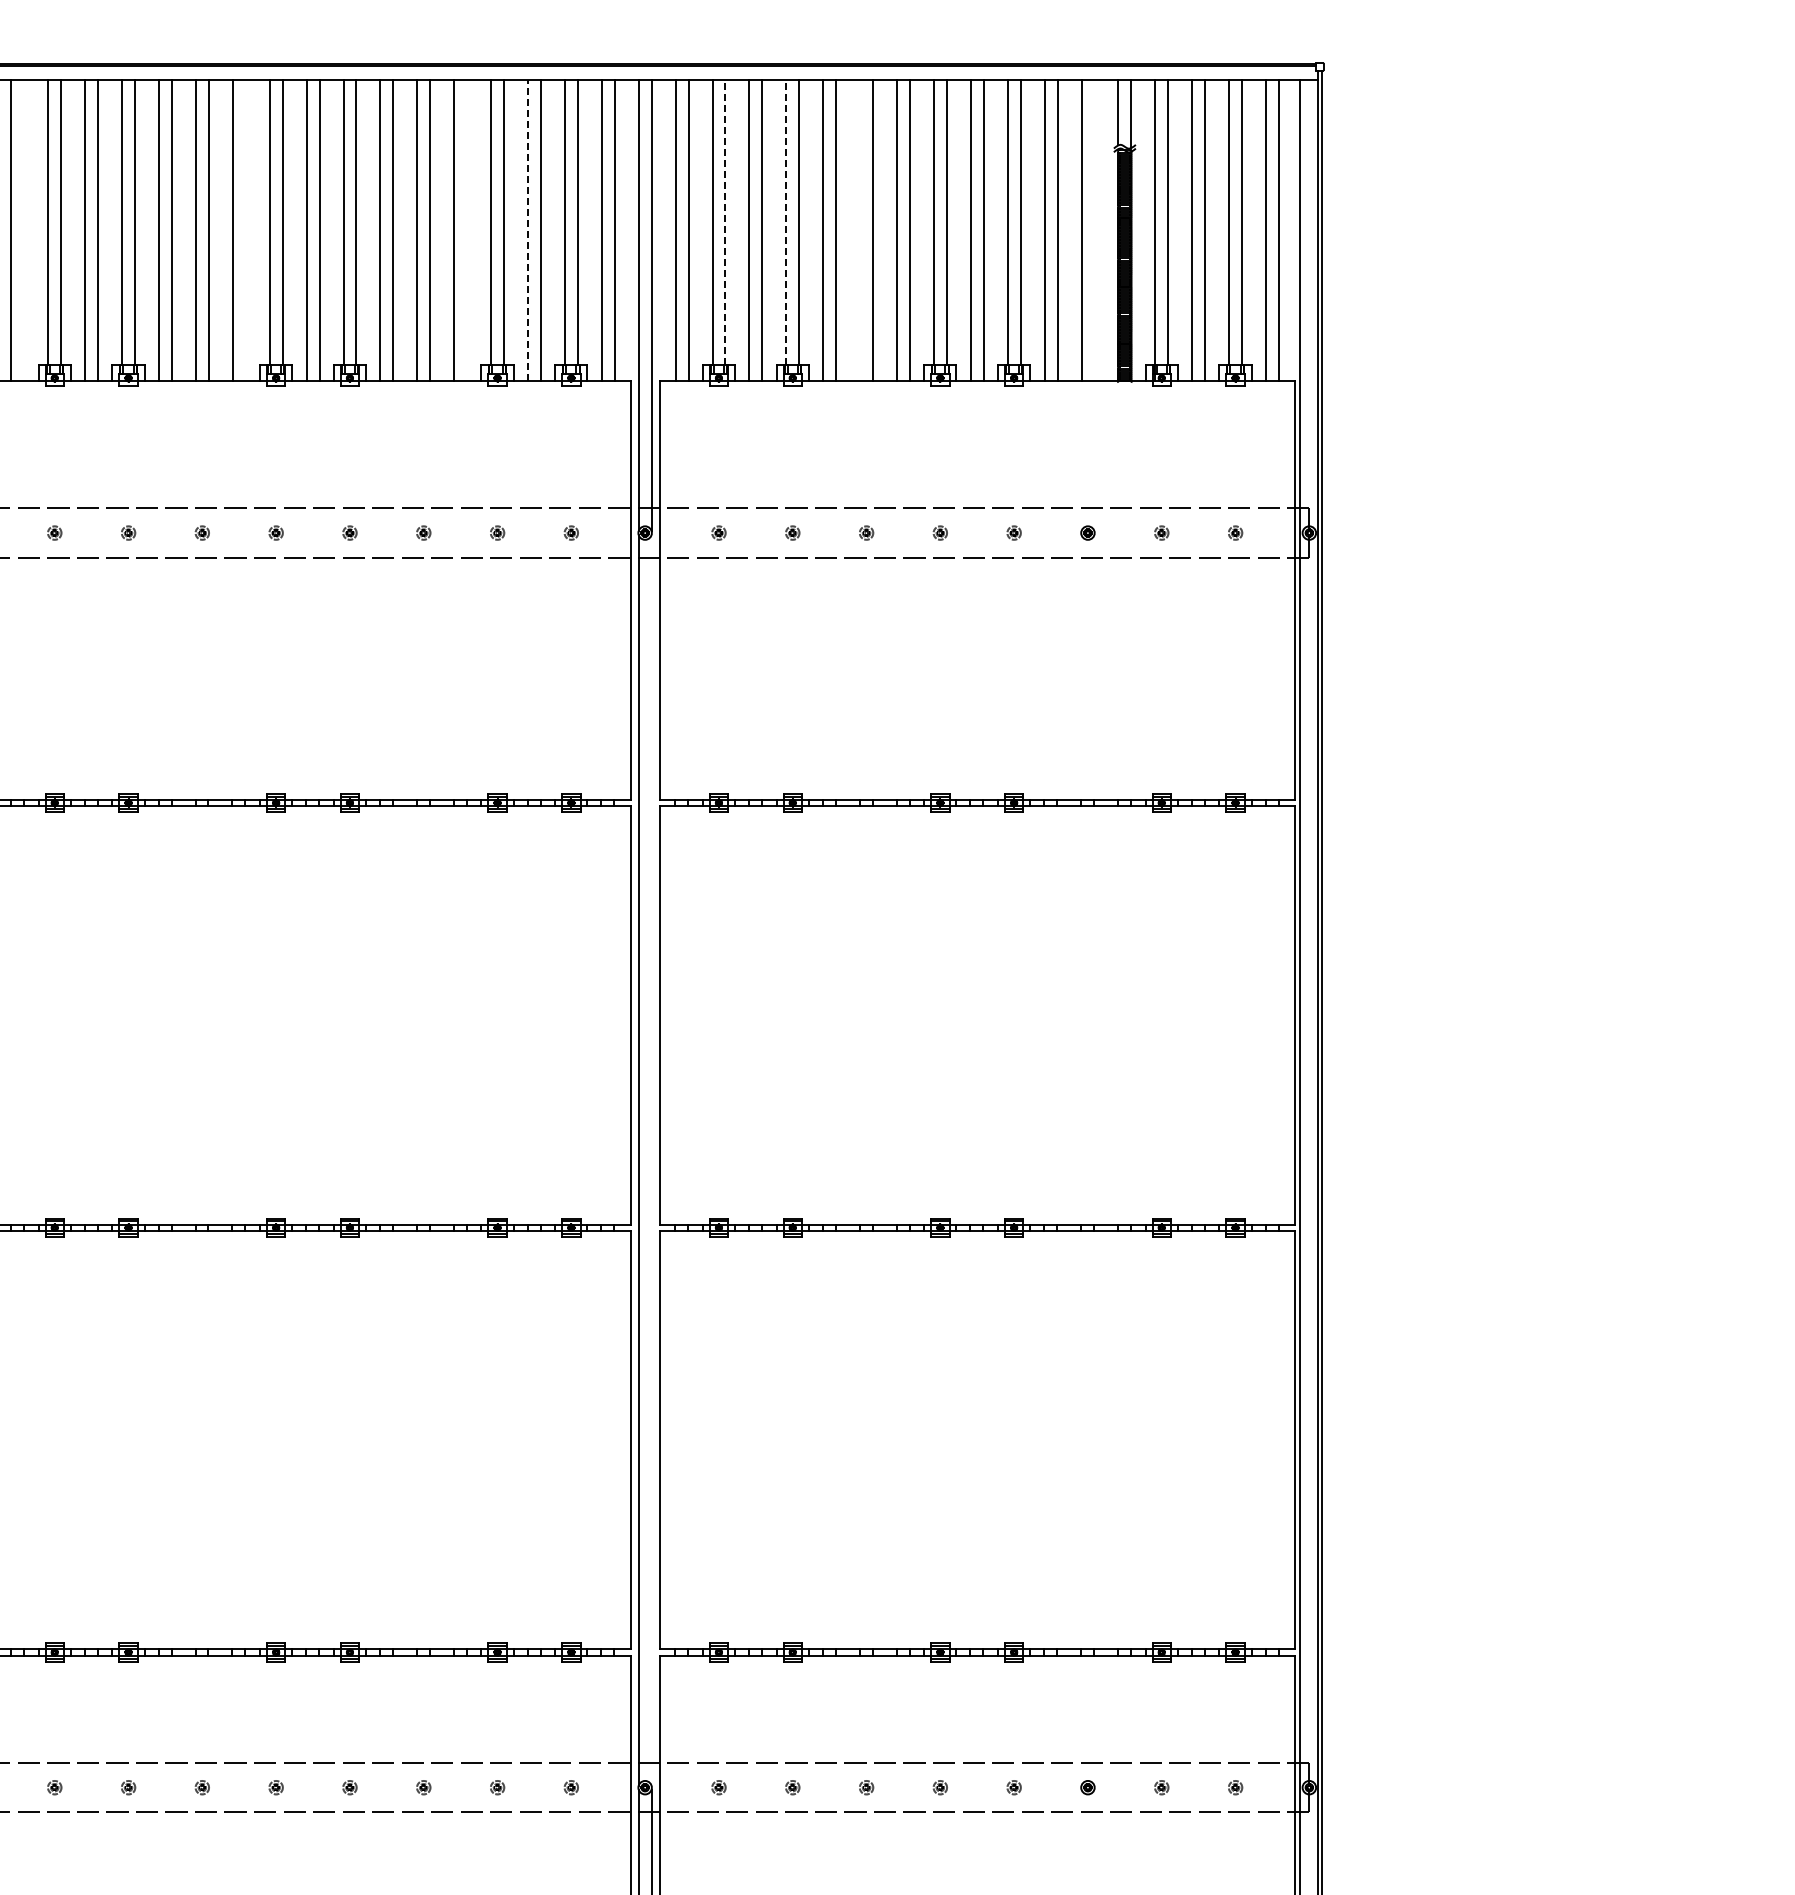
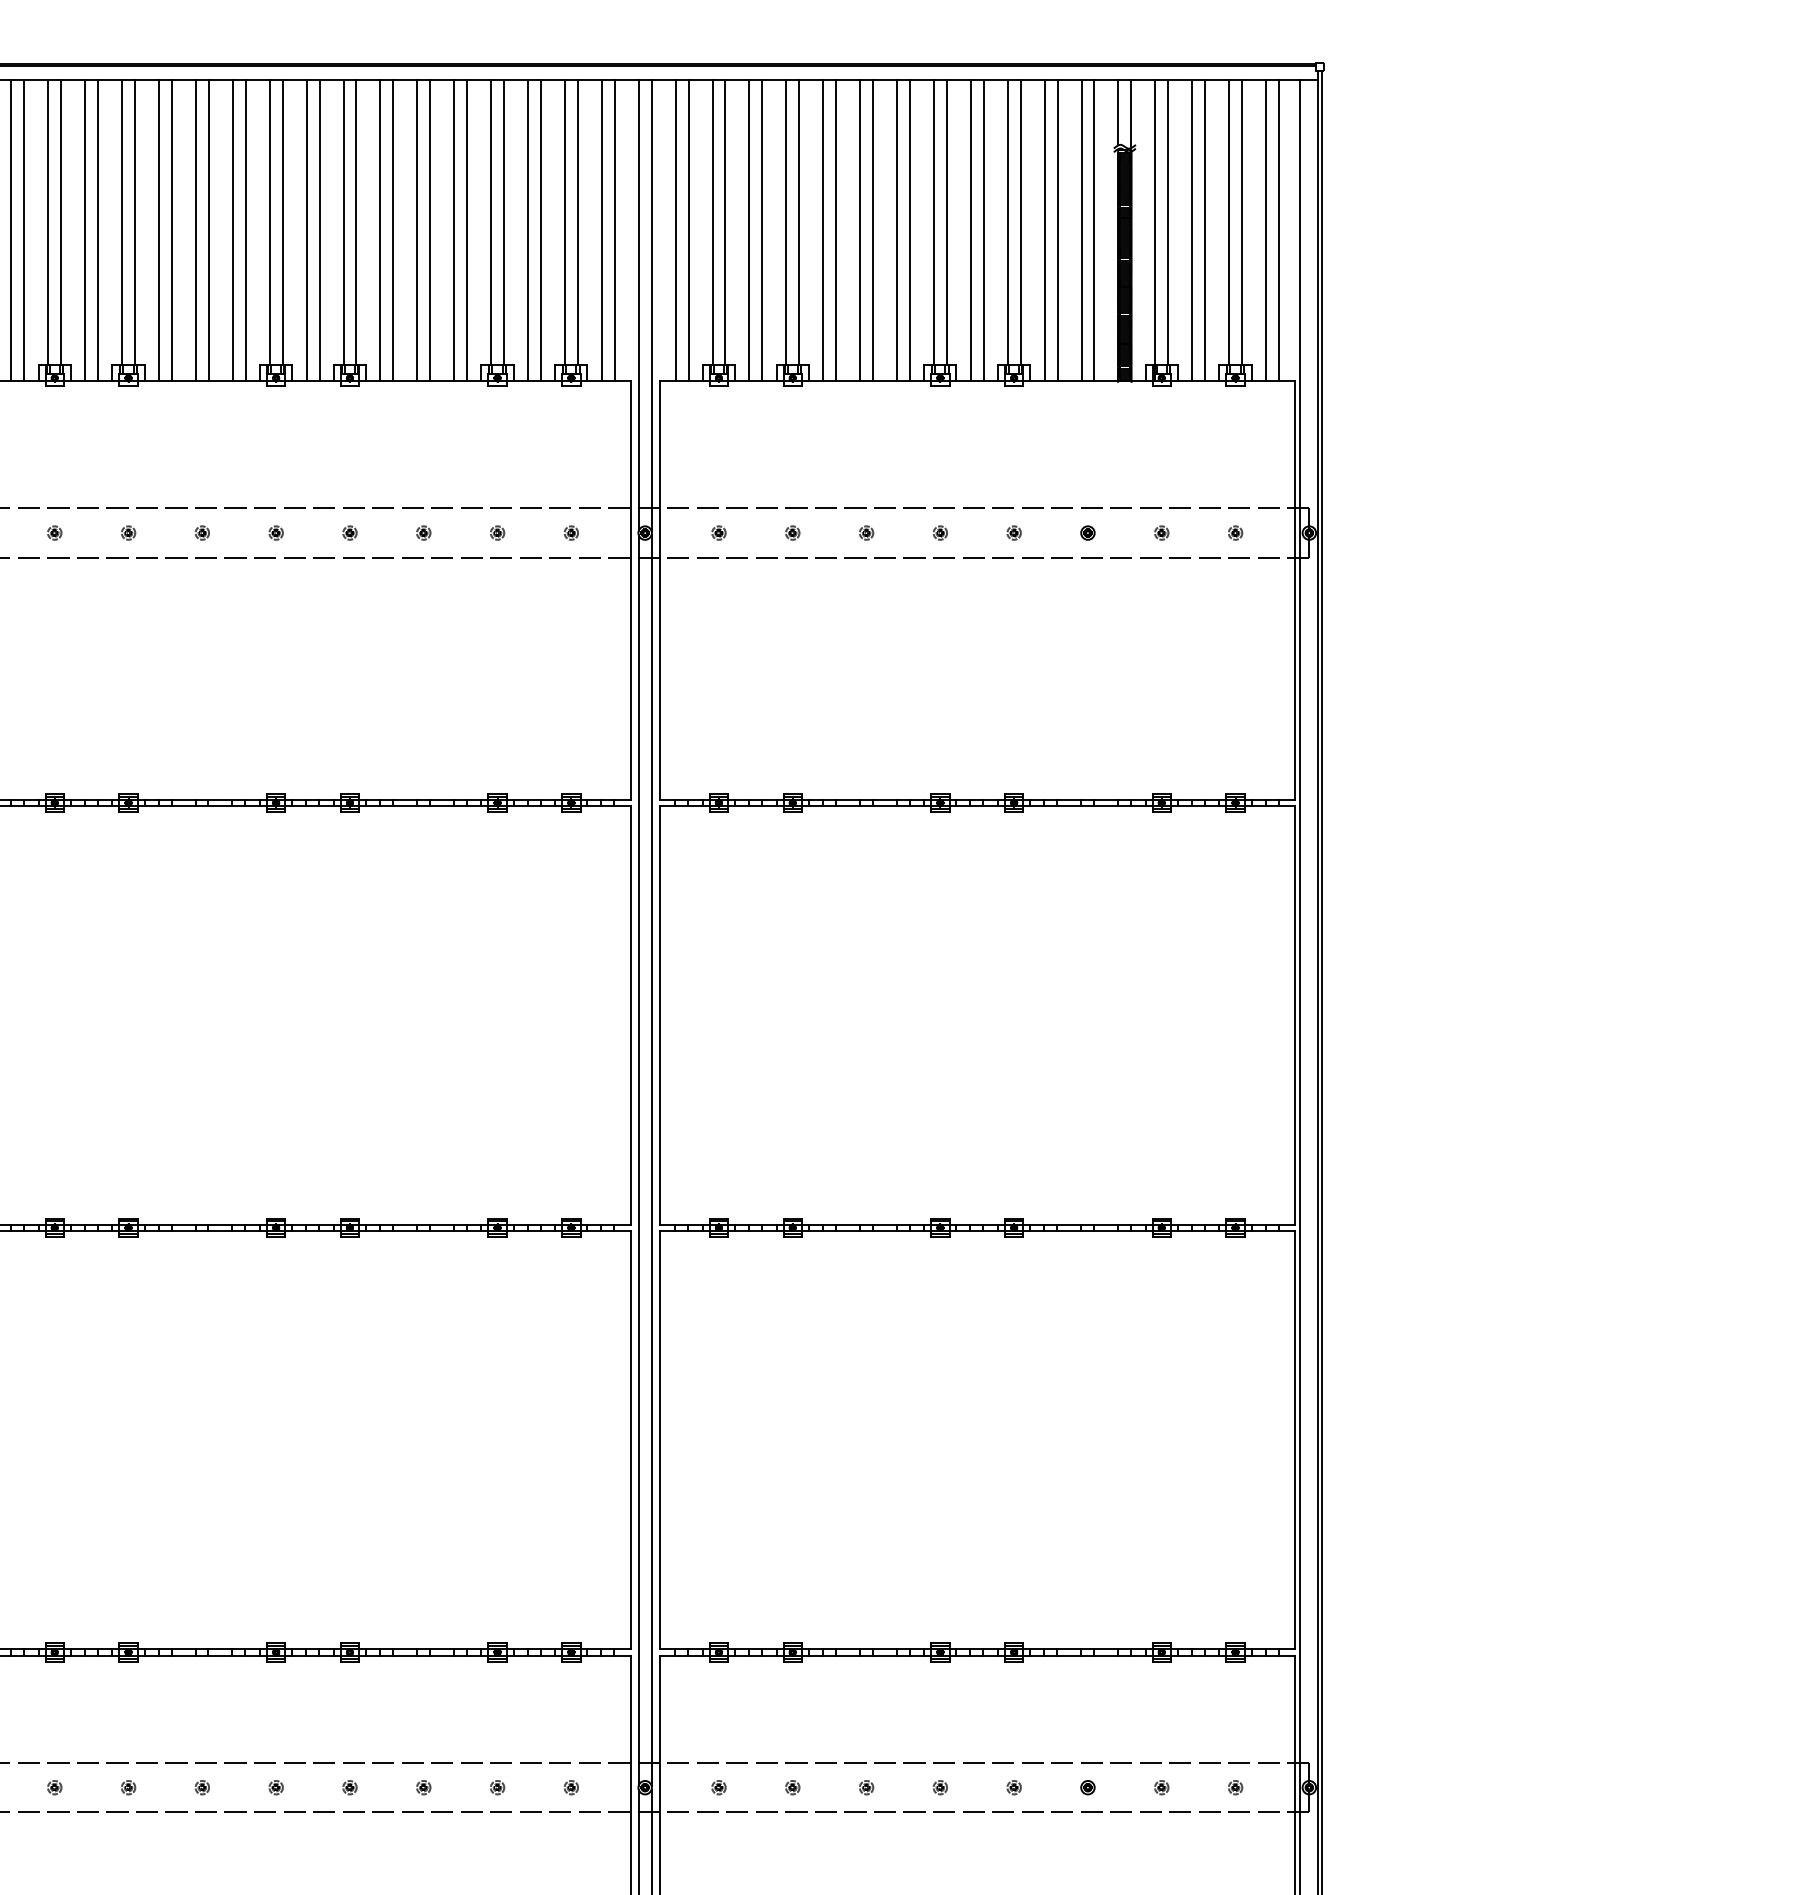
line at (725, 222): dashed -> solid
line at (786, 222): dashed -> solid
line at (24, 230): none -> present
line at (245, 230): none -> present
line at (467, 230): none -> present
line at (528, 230): dashed -> solid
line at (860, 230): none -> present
line at (1094, 230): none -> present
line at (651, 1160): none -> present
